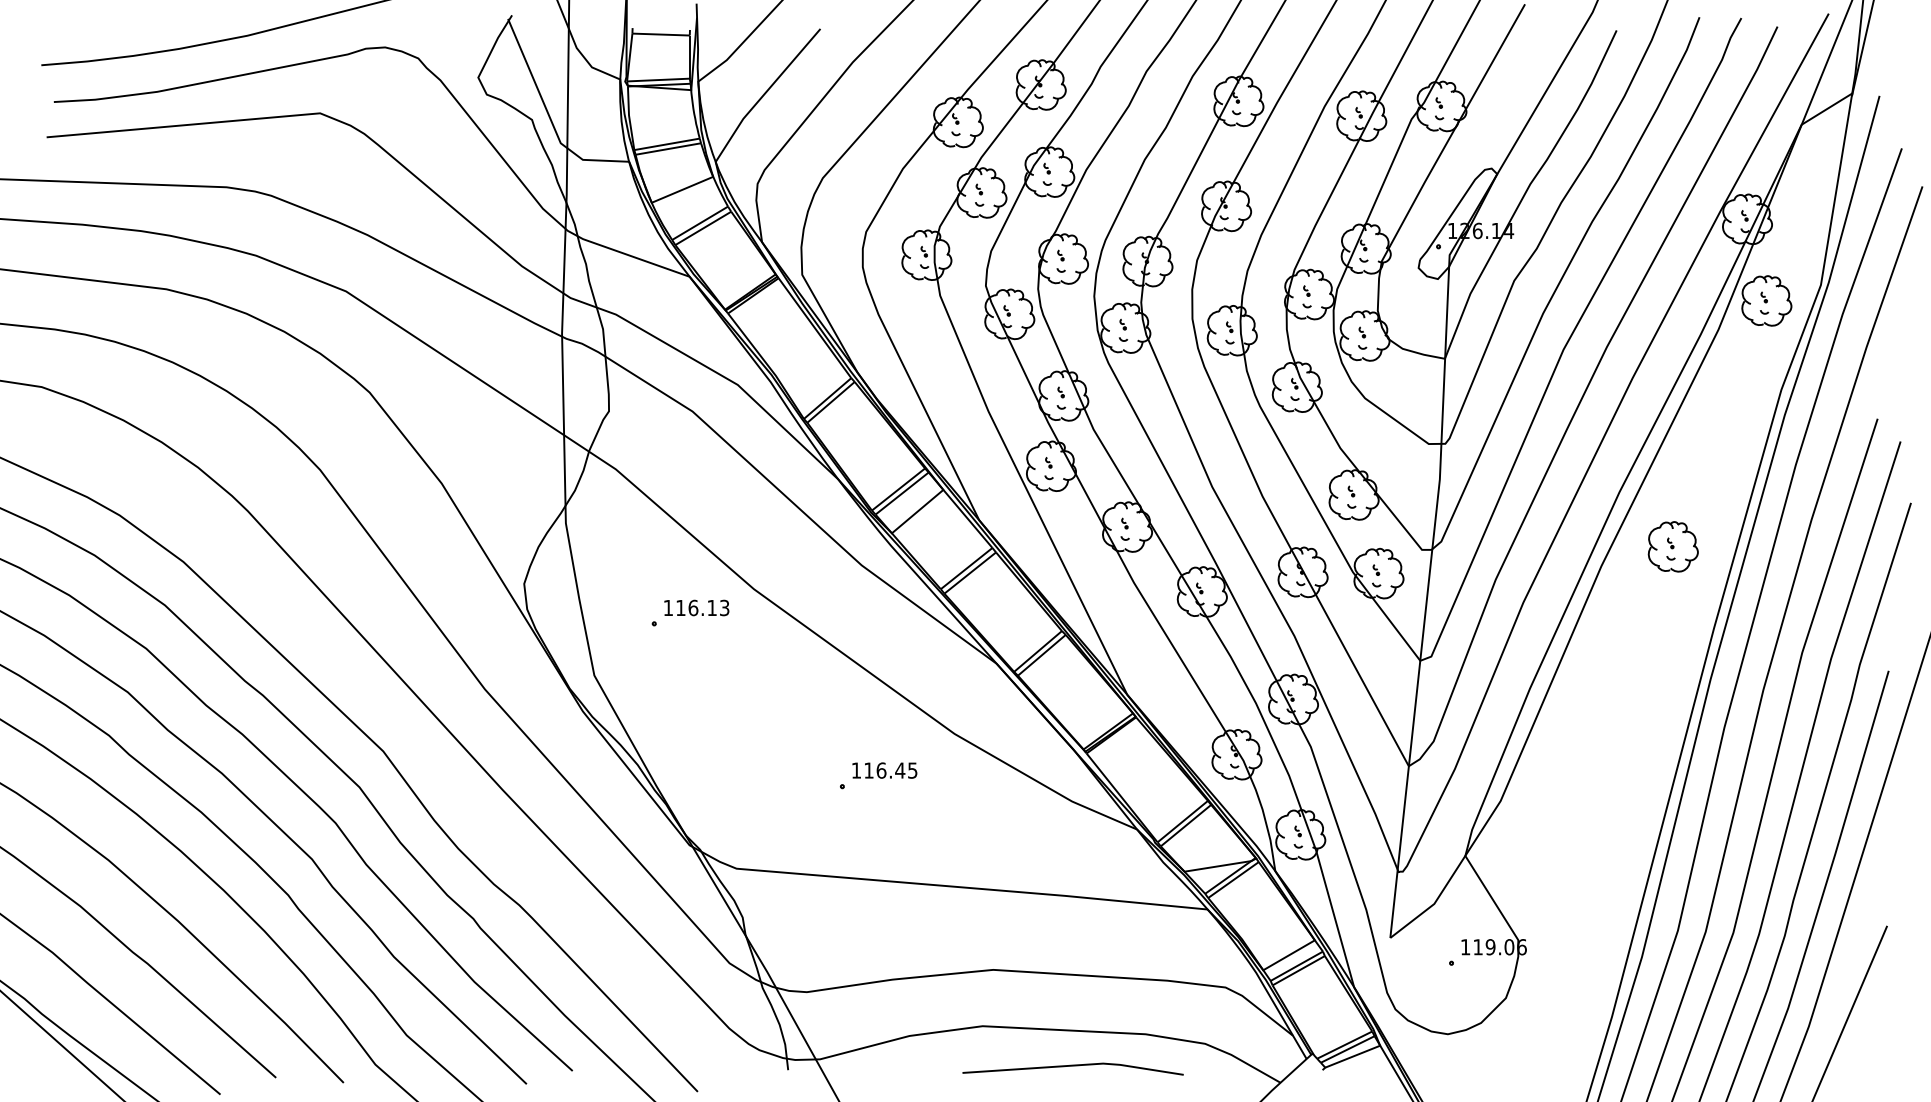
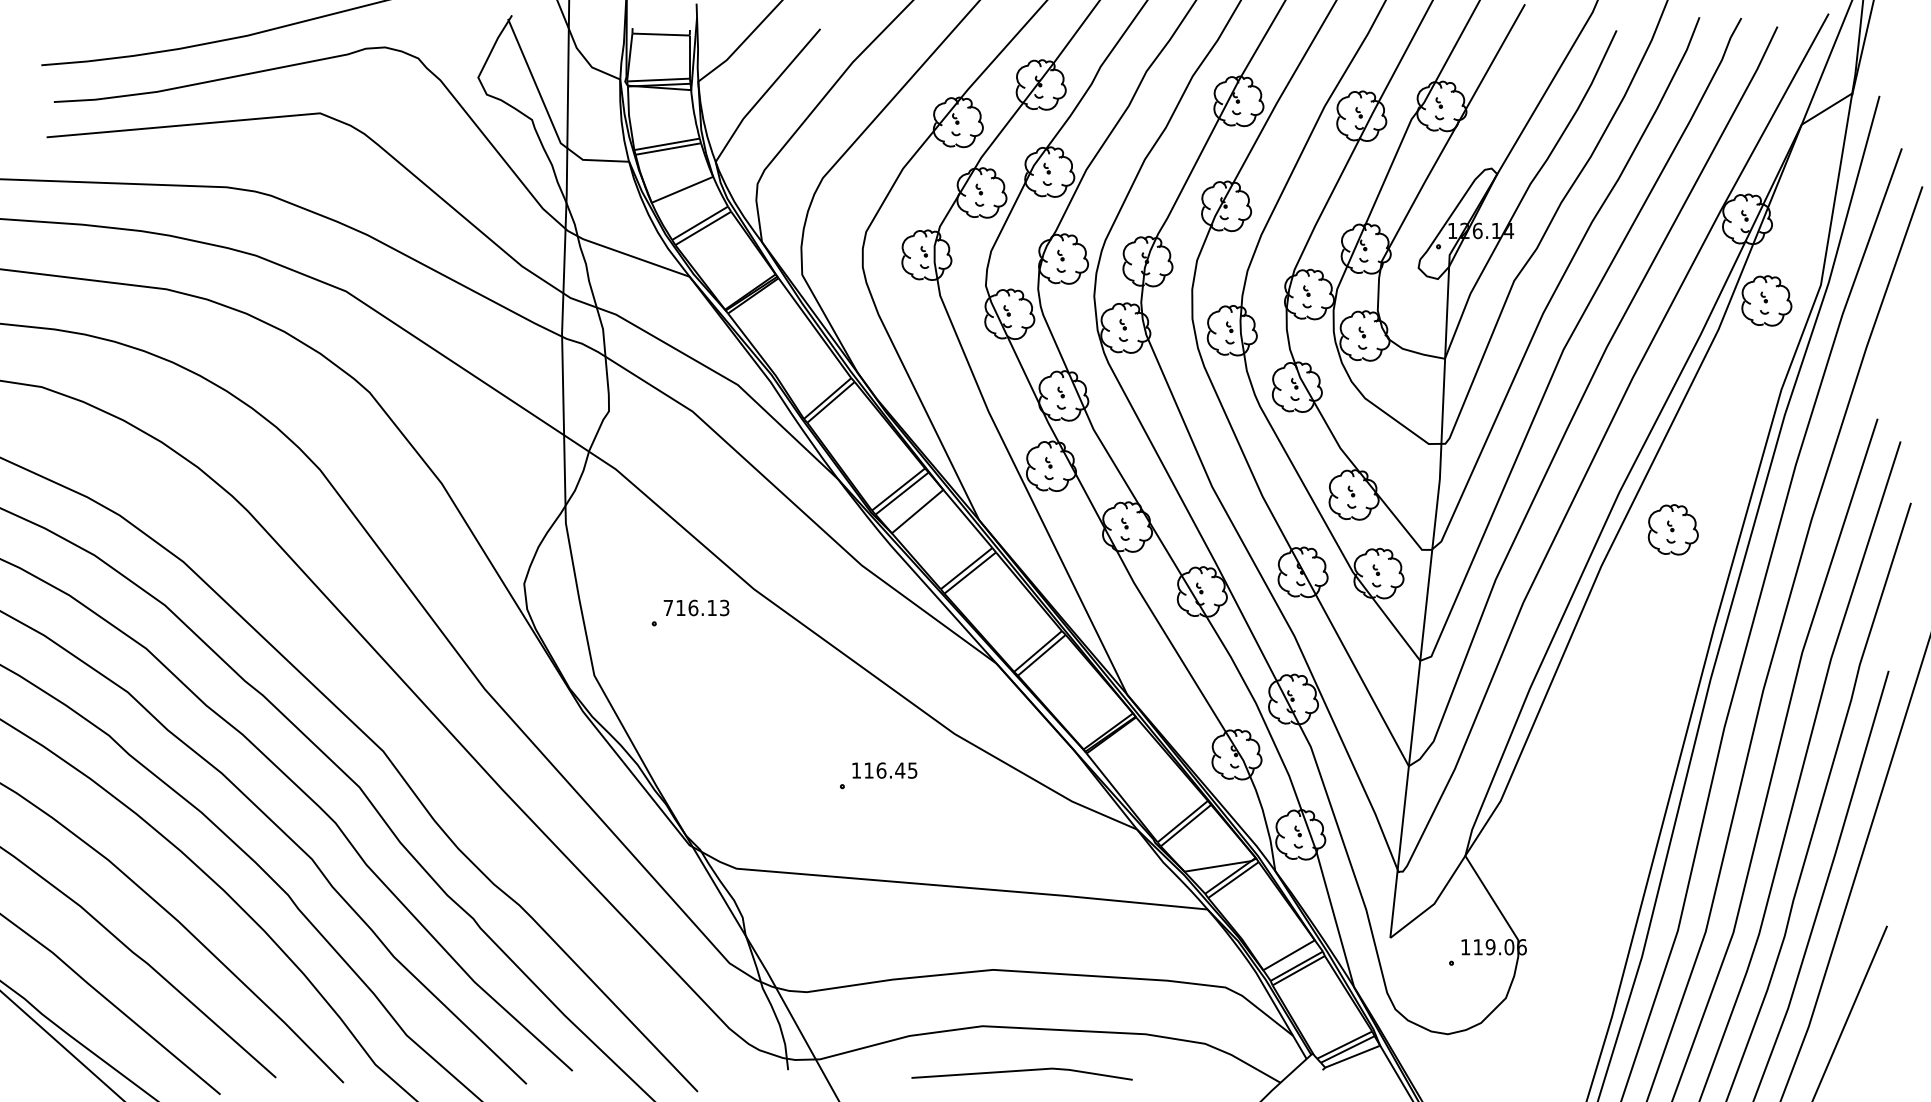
part at (1672, 546) position: (1672, 546) -> (1672, 529)
text at (667, 607): 116.13 -> 716.13
line at (1072, 1066) position: (1072, 1066) -> (1021, 1071)
